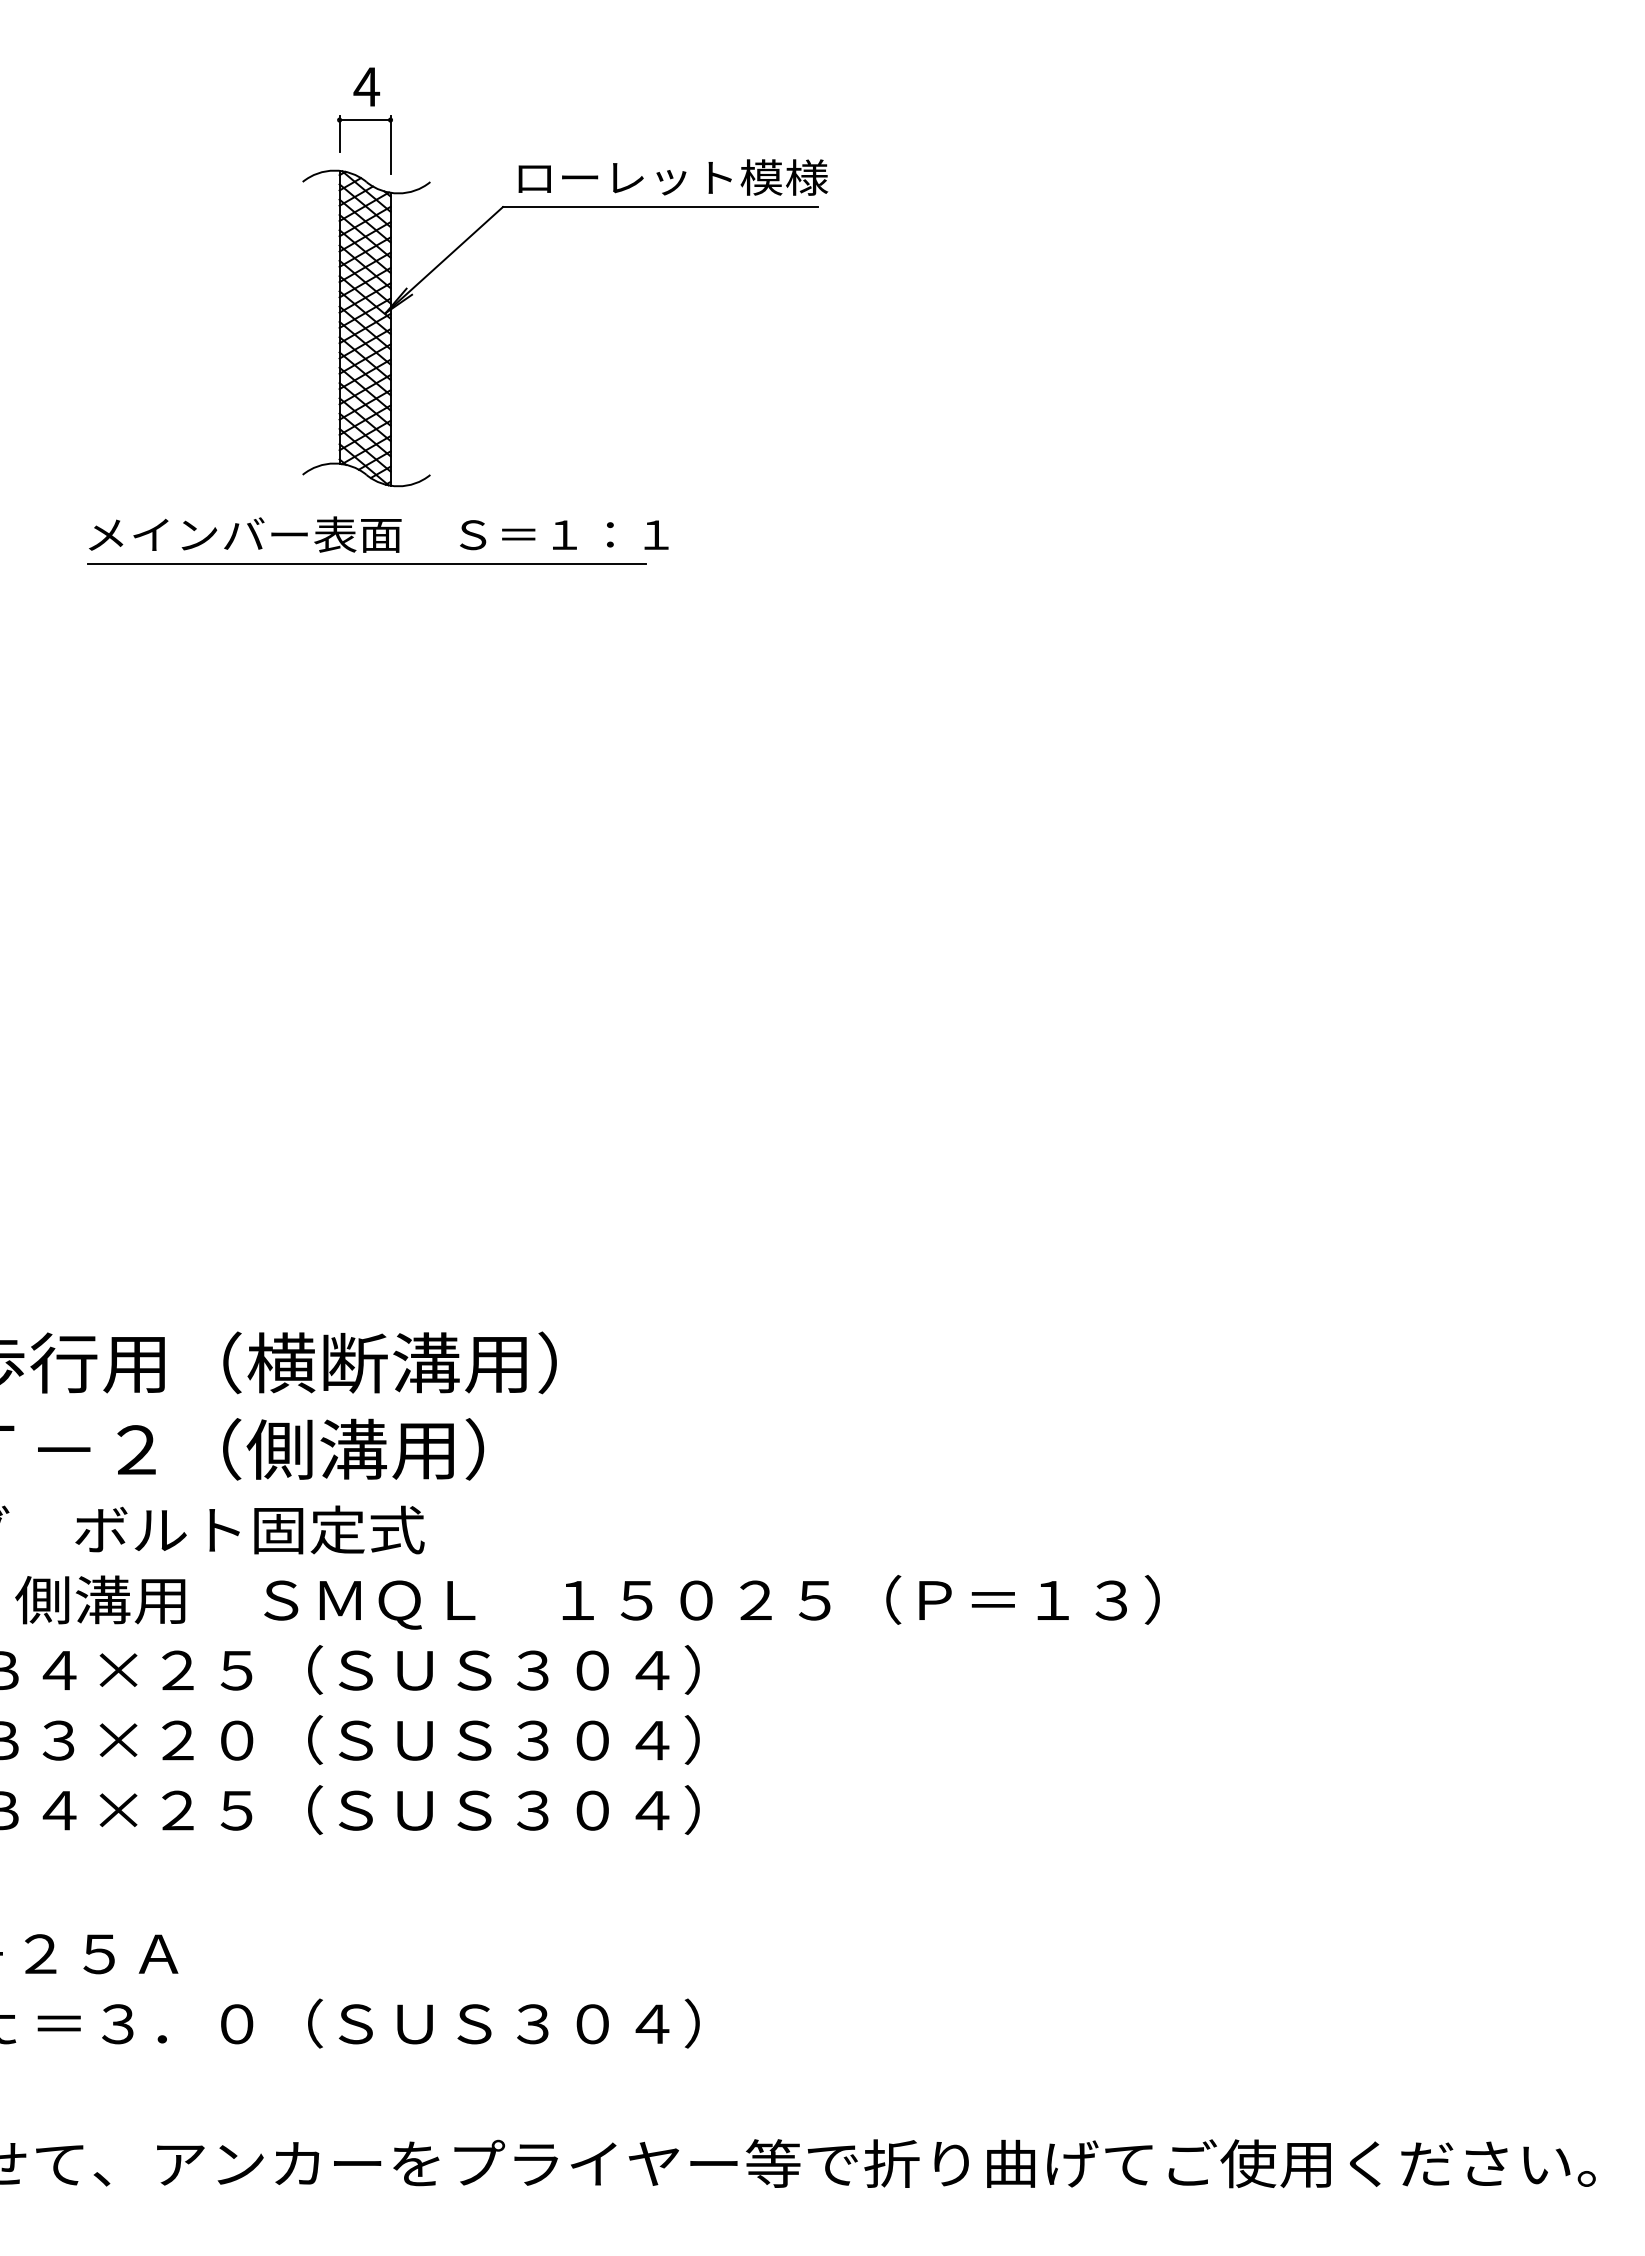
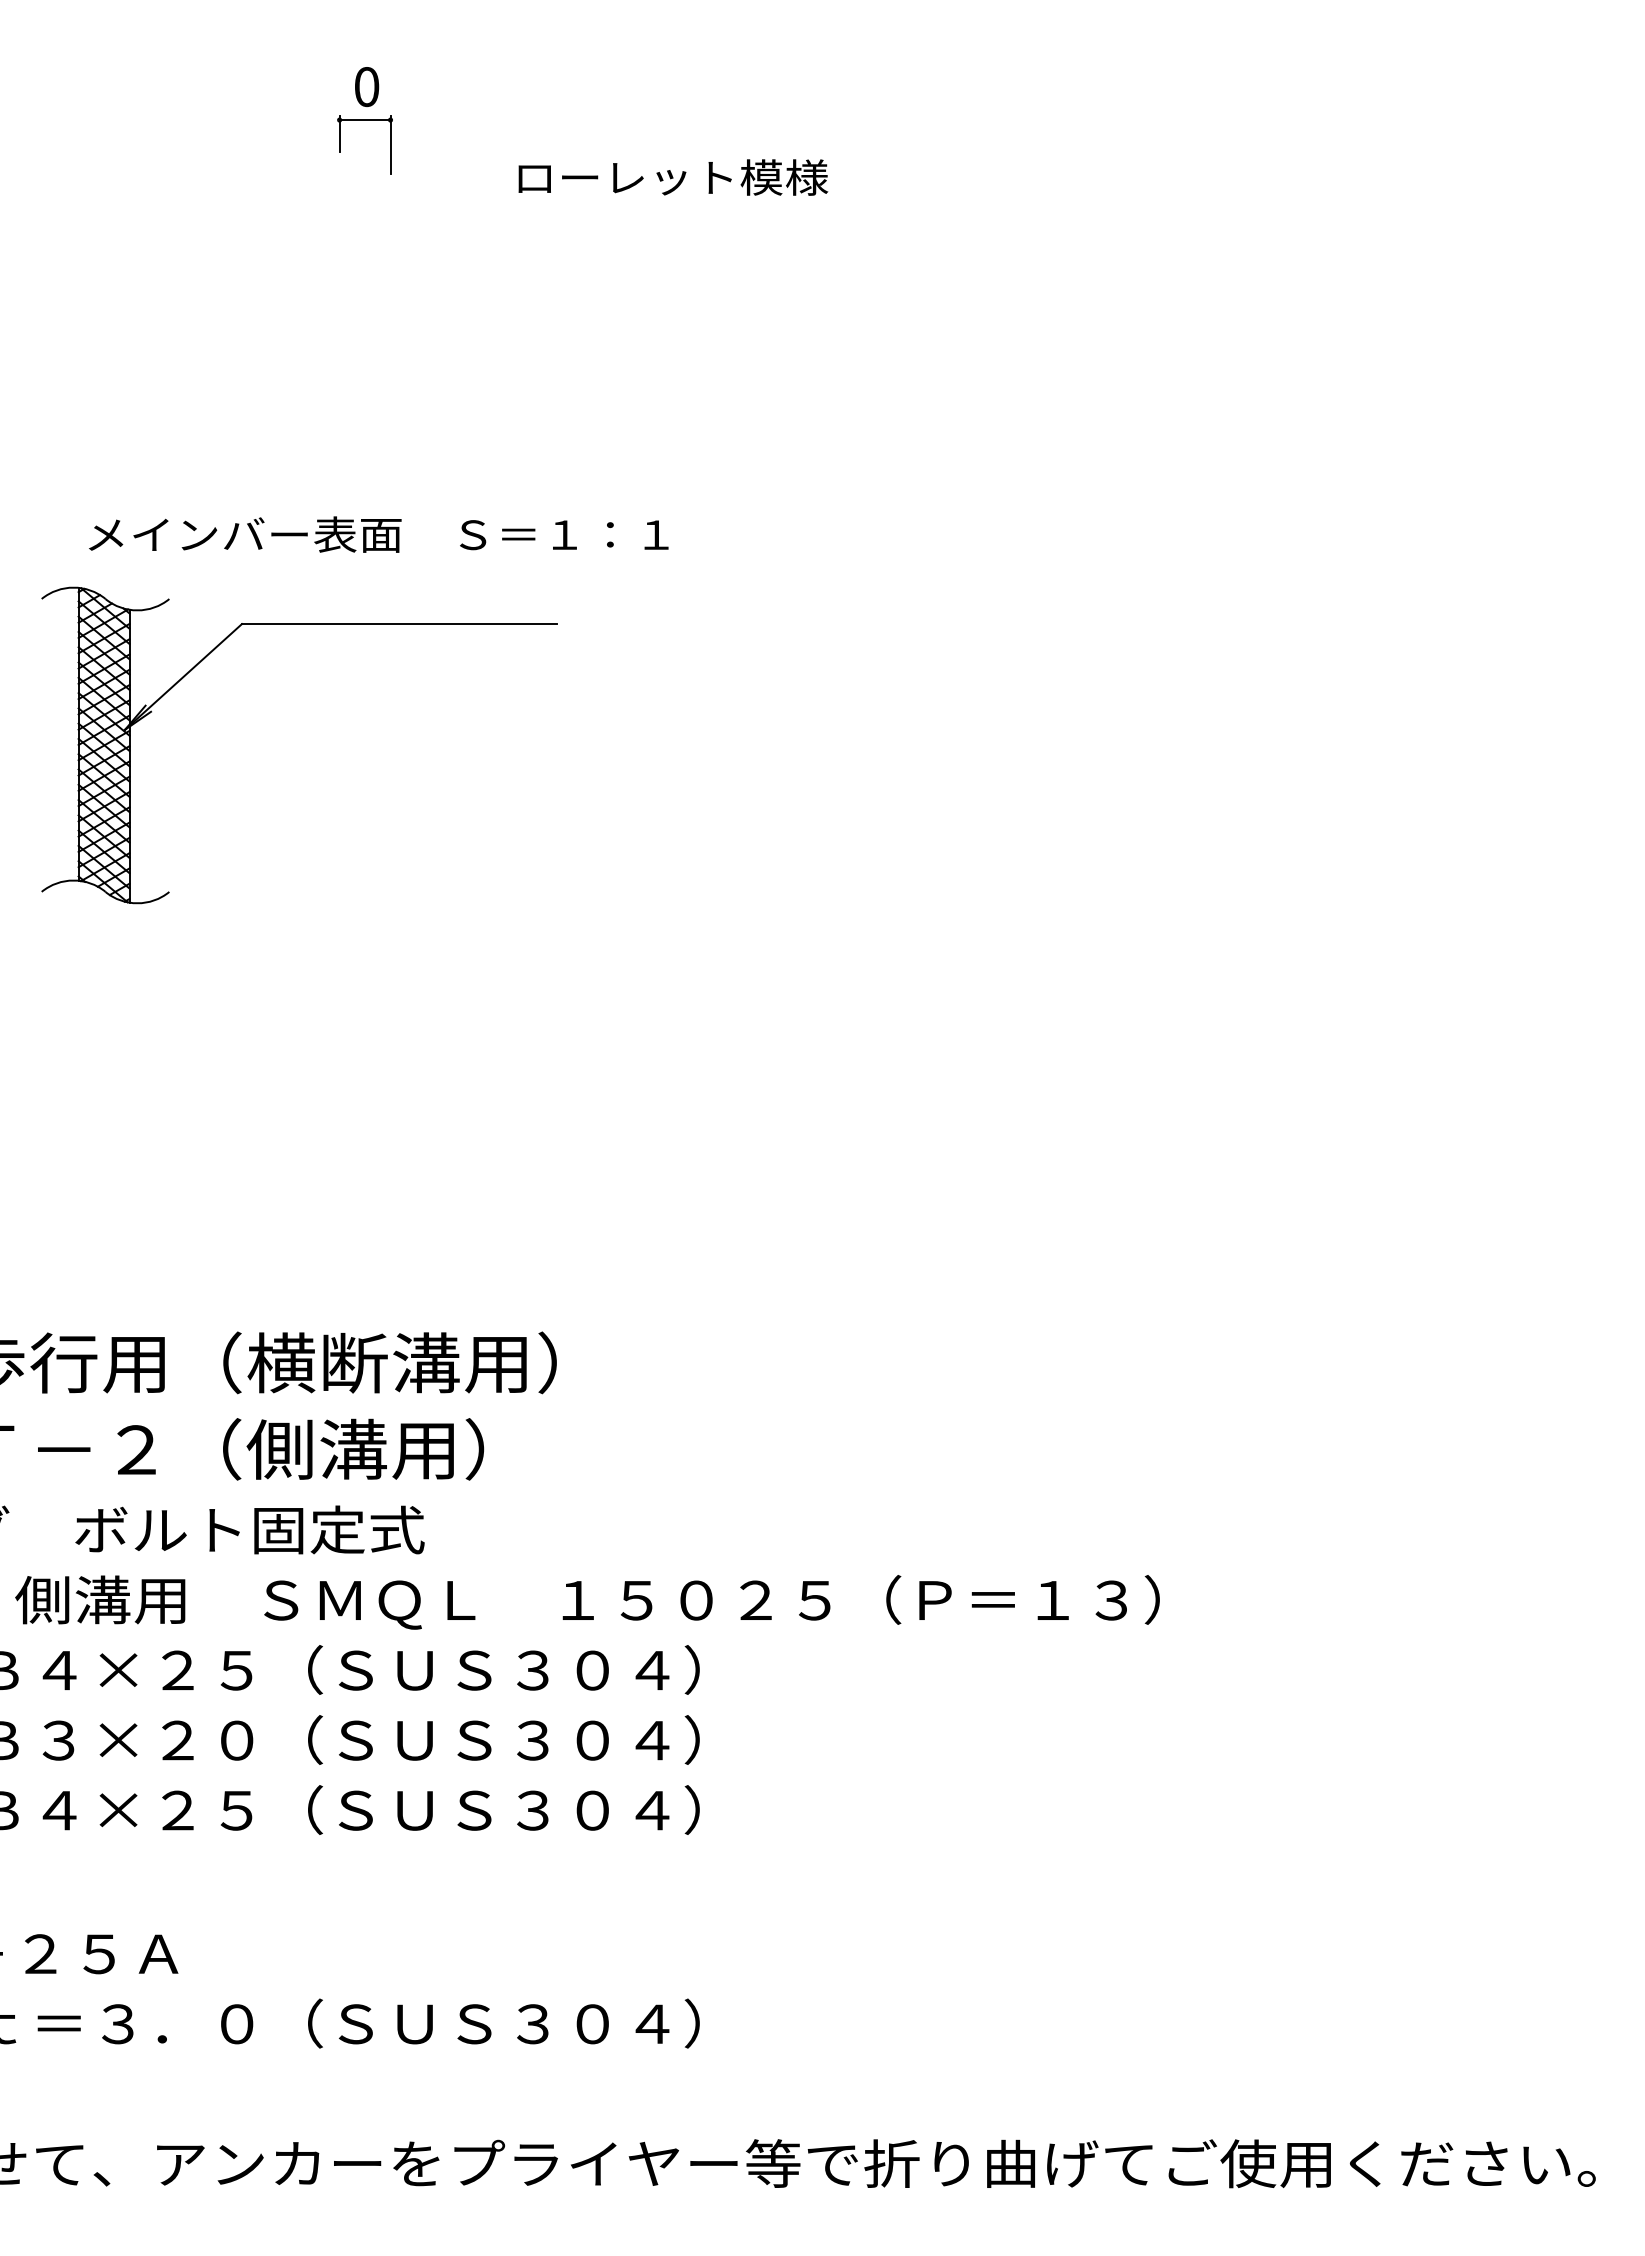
text at (366, 87): 4 -> 0
part at (560, 207) position: (560, 207) -> (299, 624)
line at (366, 563): present -> none
